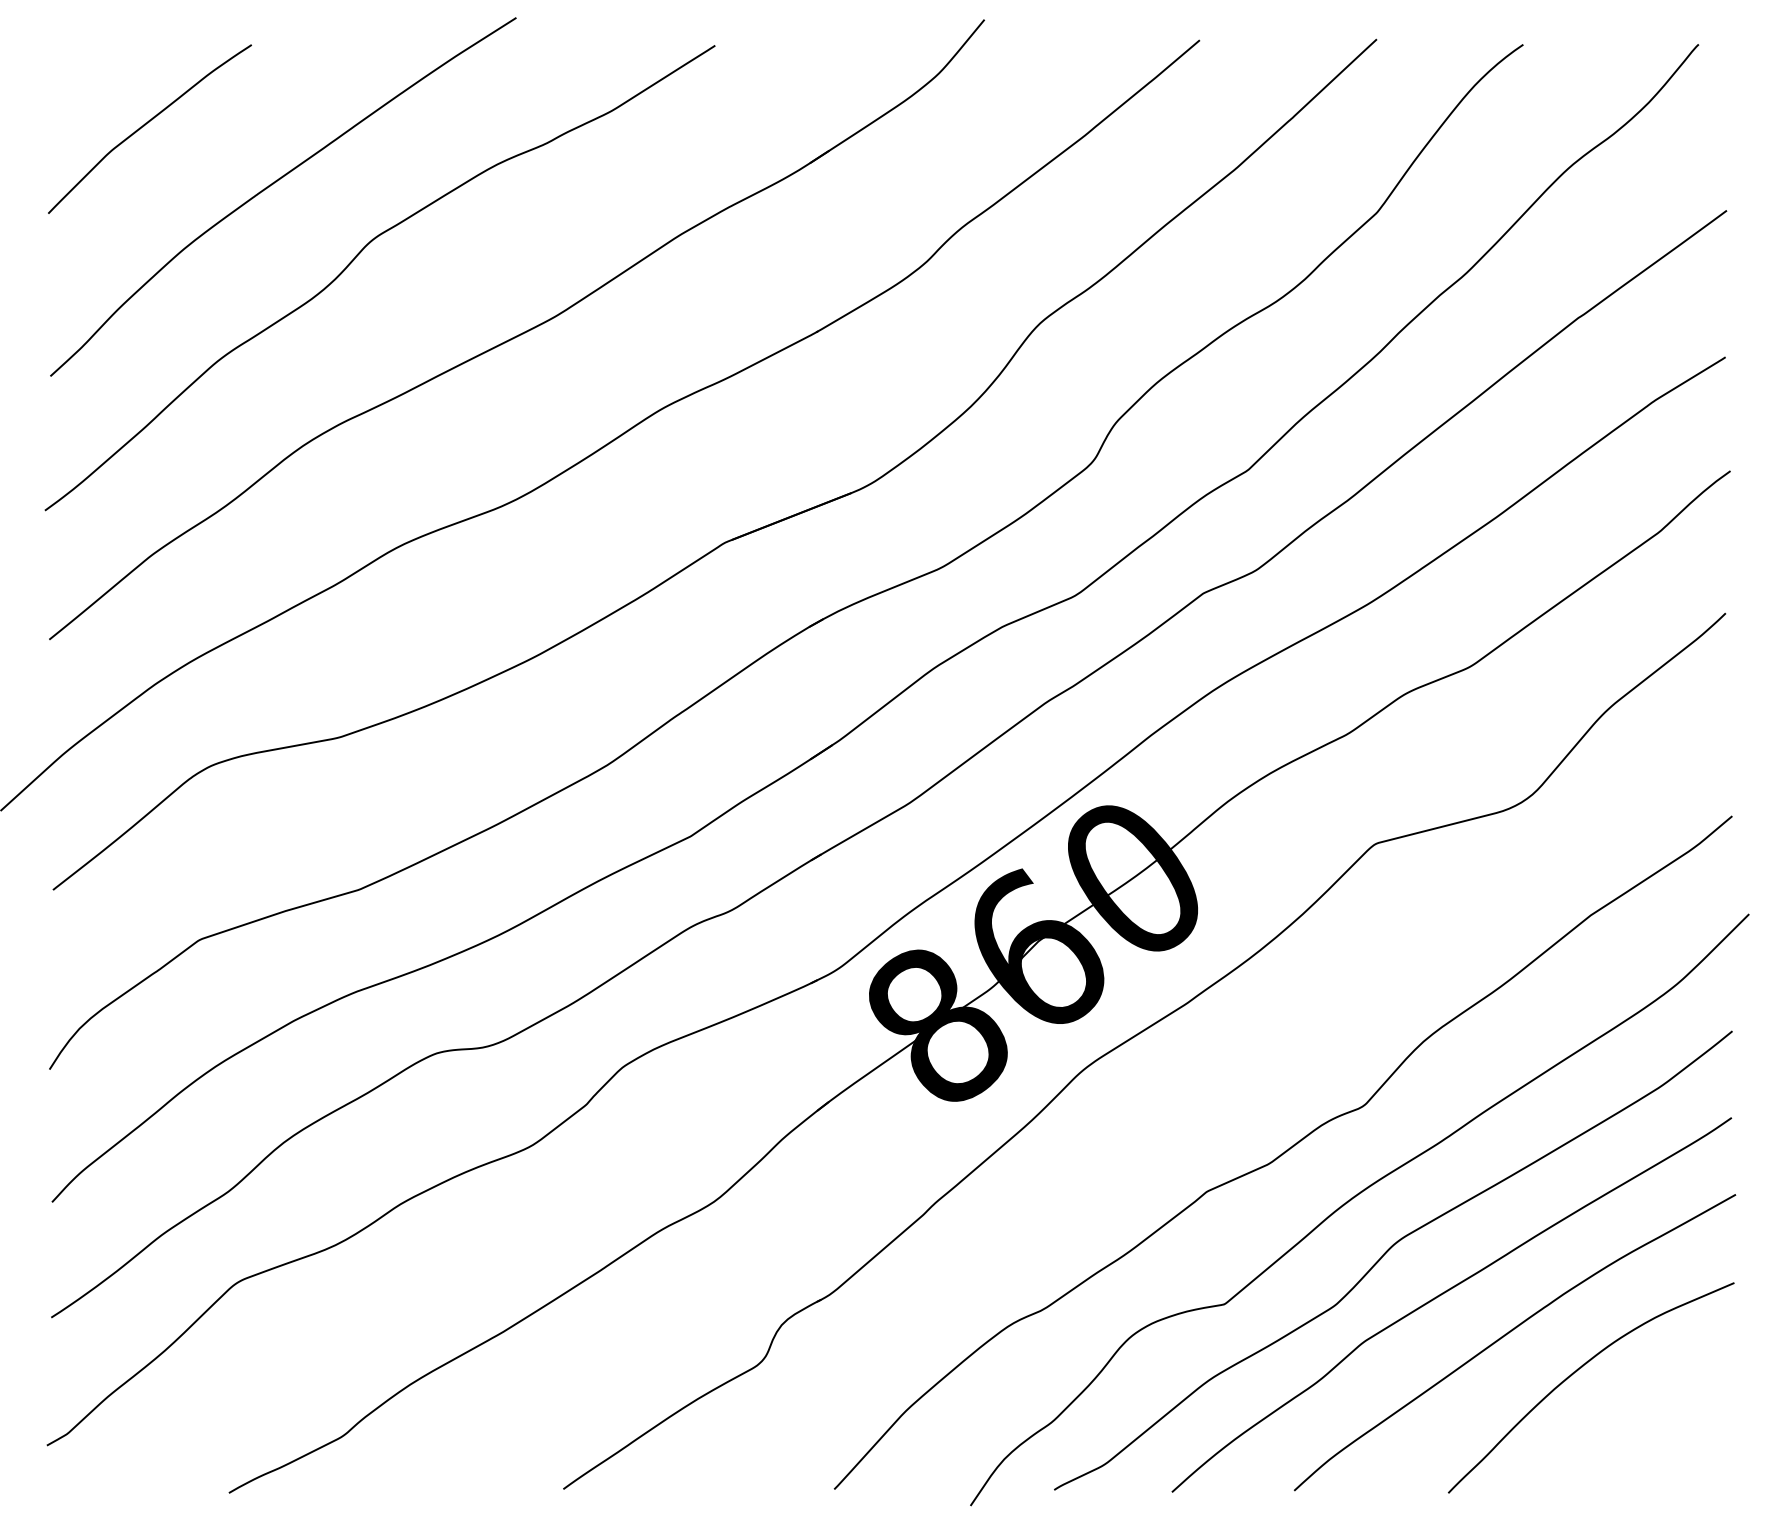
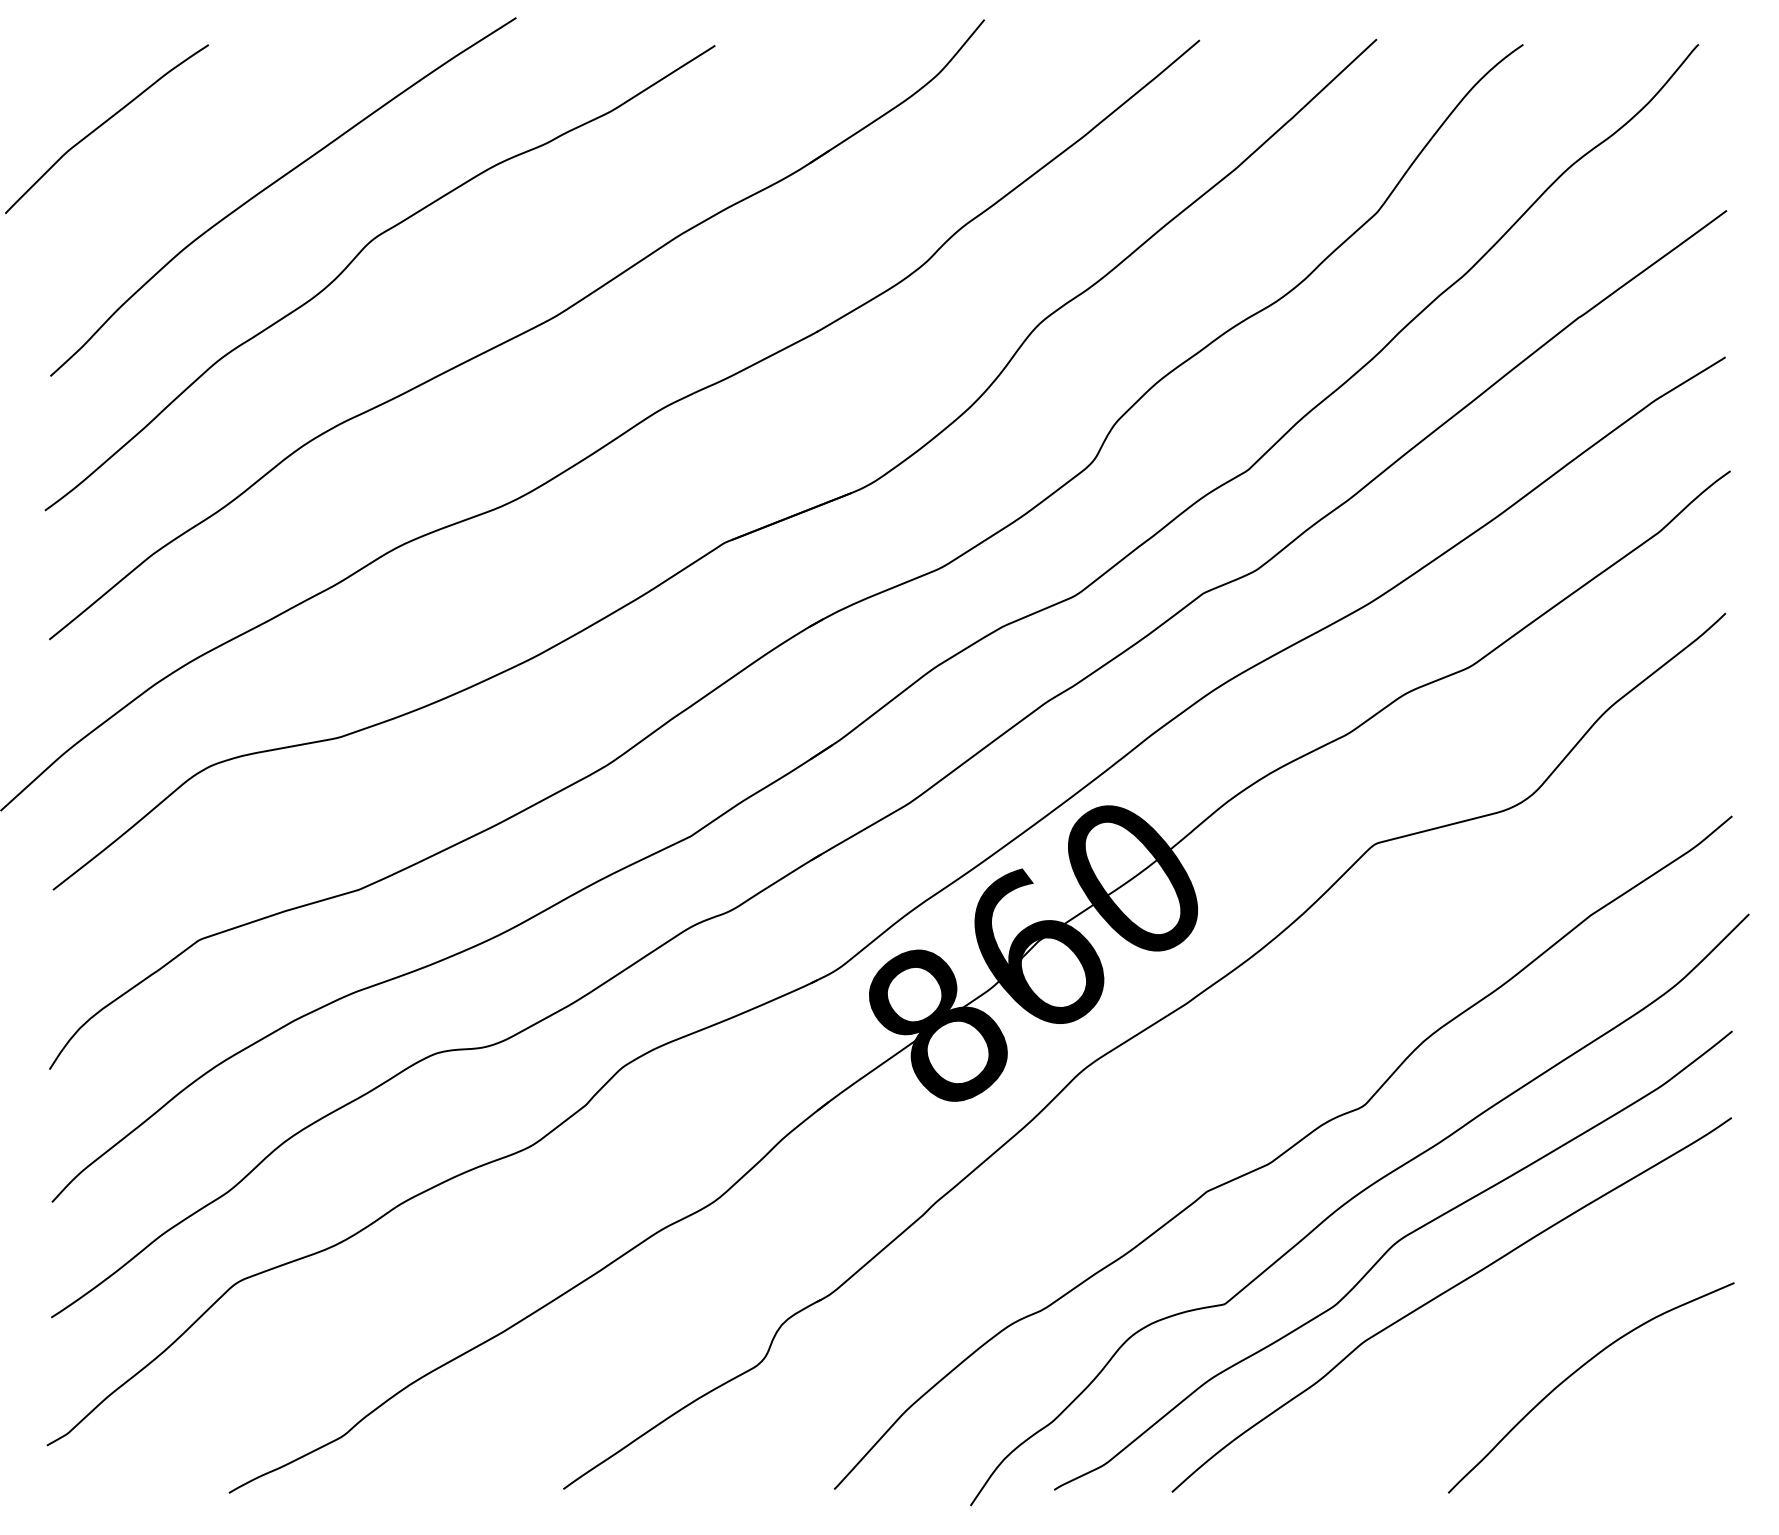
curve at (146, 124) position: (146, 124) -> (103, 124)
curve at (1509, 1333): present -> none
